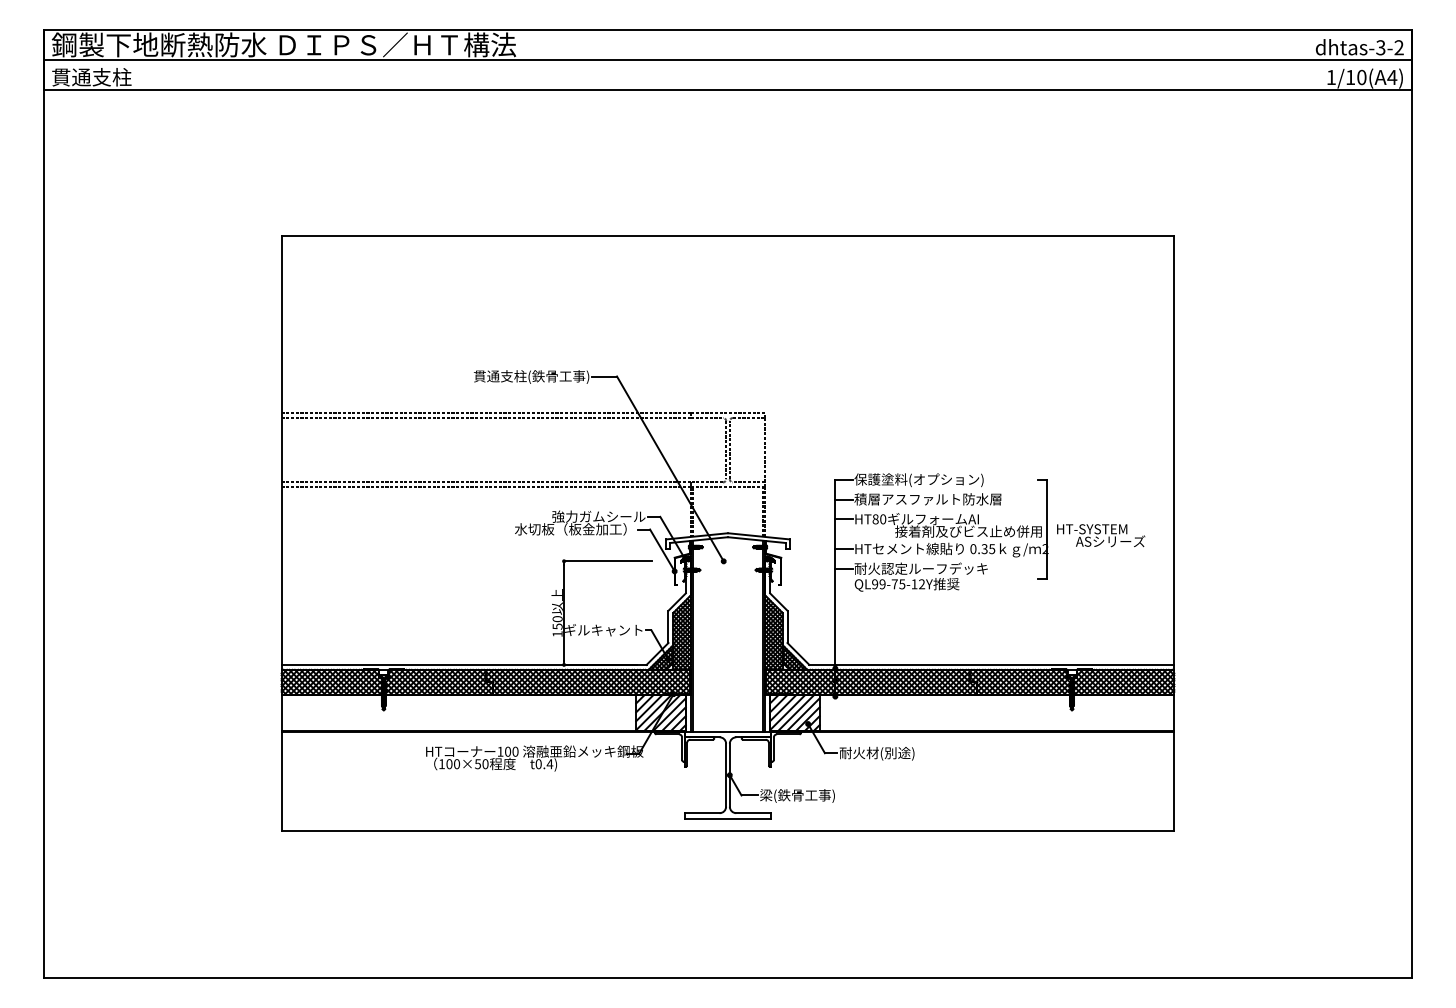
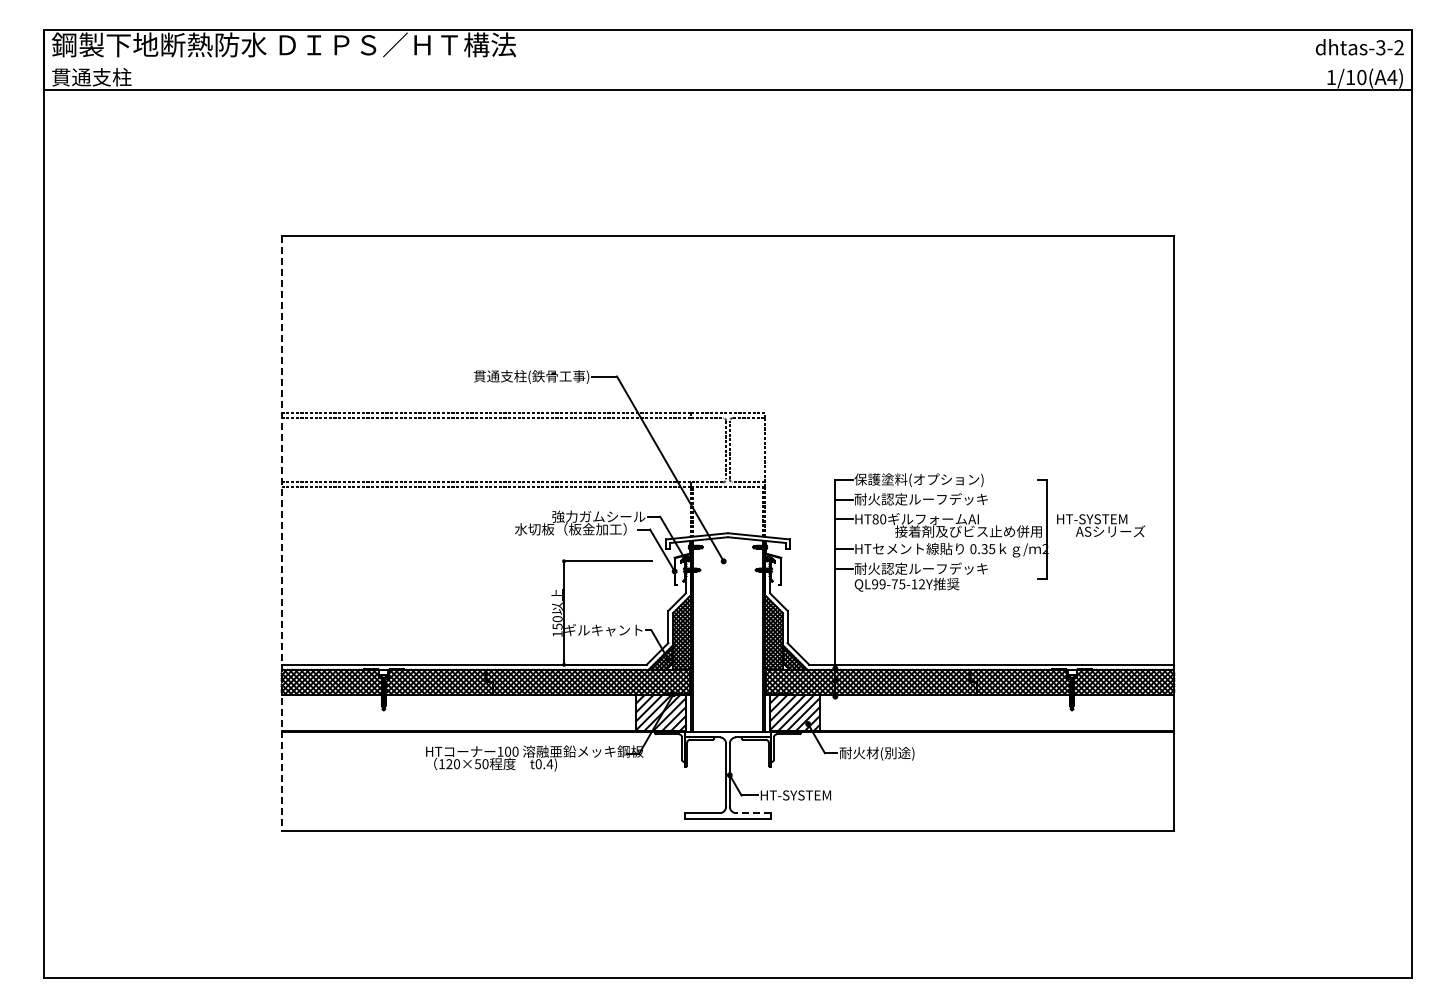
line at (727, 60): present -> none
text at (927, 499): 積層アスファルト防水層 -> 耐火認定ルーフデッキ
line at (281, 533): solid -> dashed
text at (1101, 535) position: (1101, 535) -> (1101, 525)
text at (449, 764): 100×50 -> 120×50
text at (797, 795): 梁(鉄骨工事) -> HT-SYSTEM
line at (753, 813): solid -> dashed
